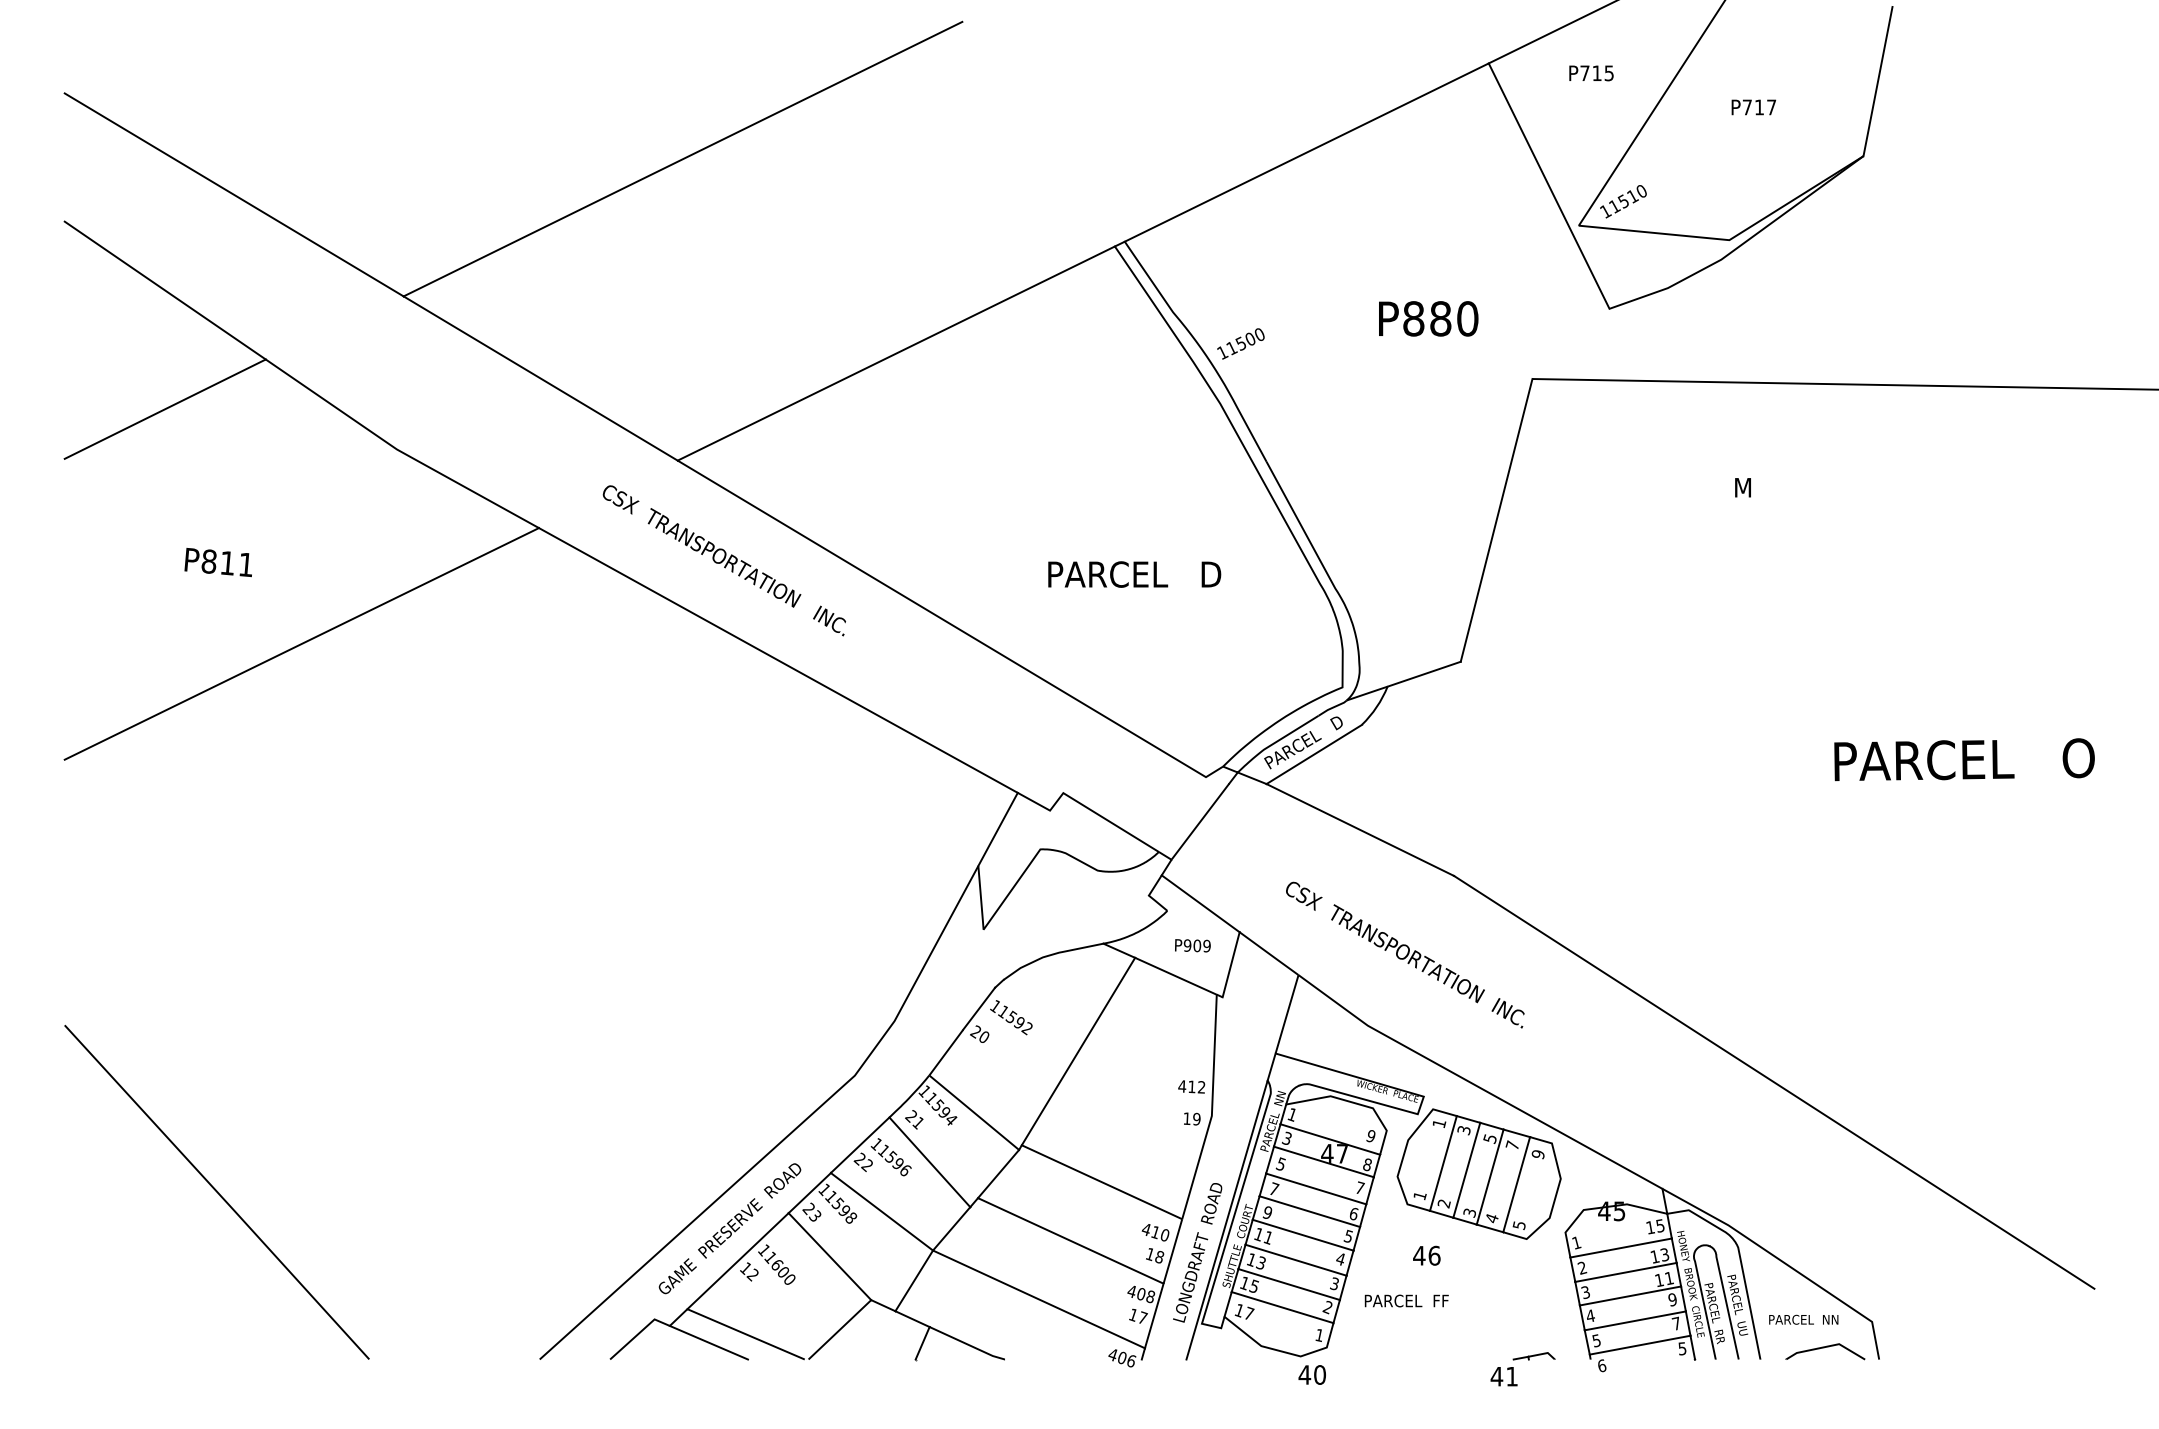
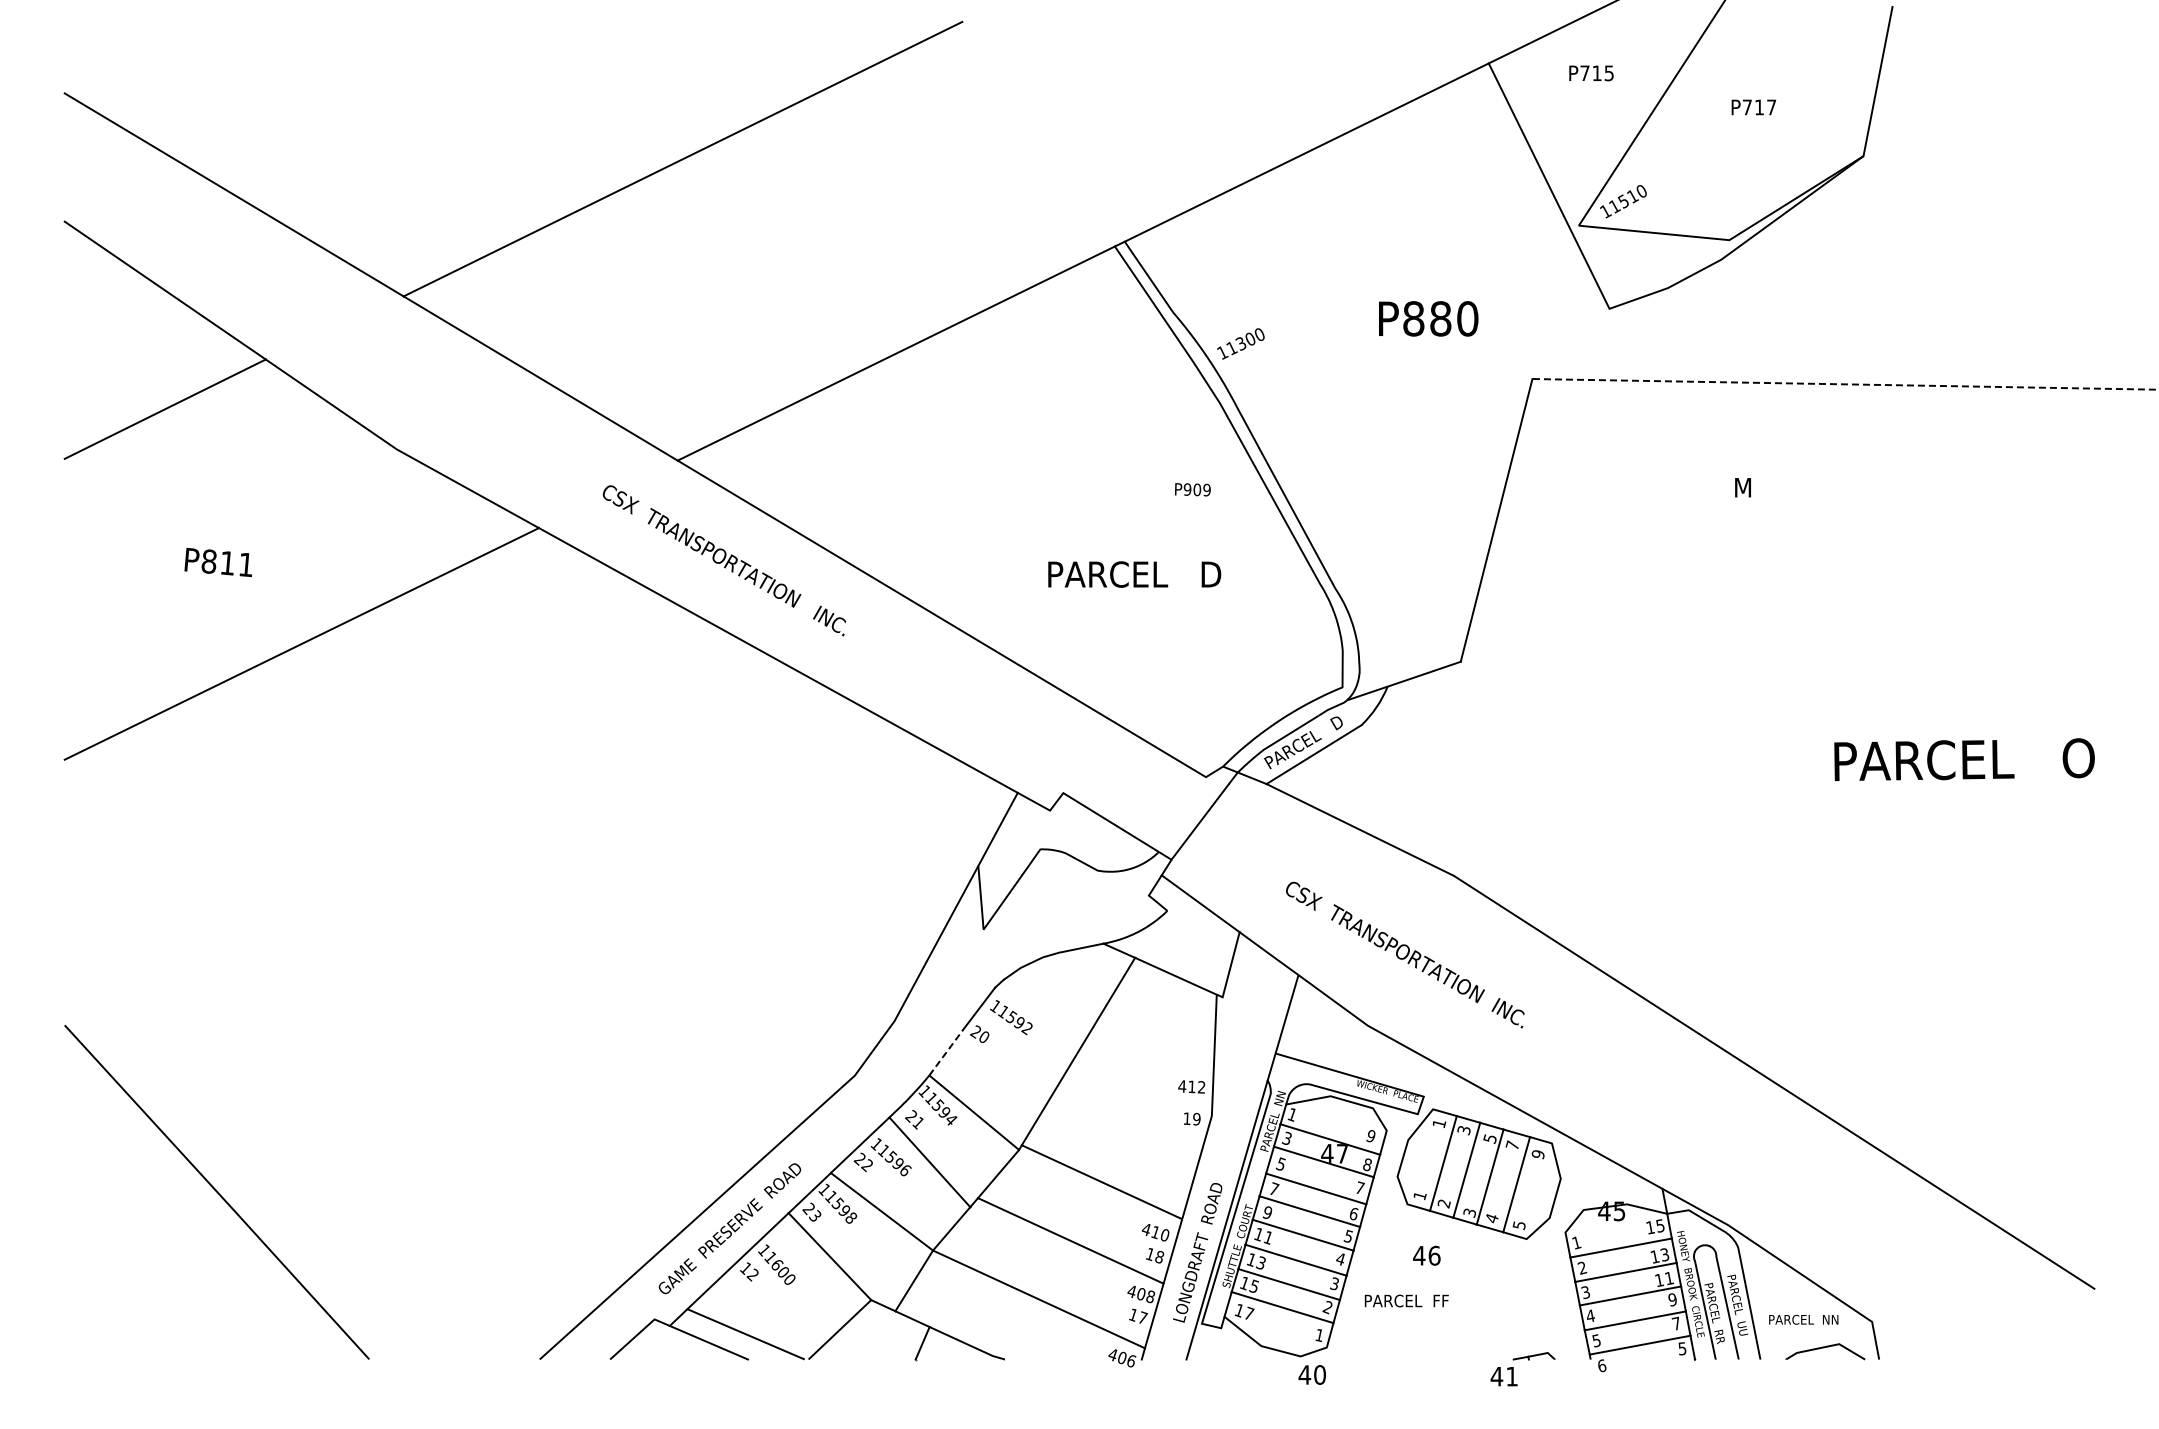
text at (1240, 342): 11500 -> 11300
line at (1846, 384): solid -> dashed
text at (1192, 945) position: (1192, 945) -> (1192, 489)
line at (947, 1051): solid -> dashed
